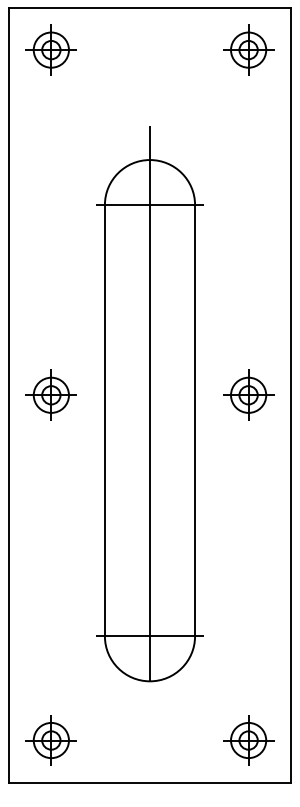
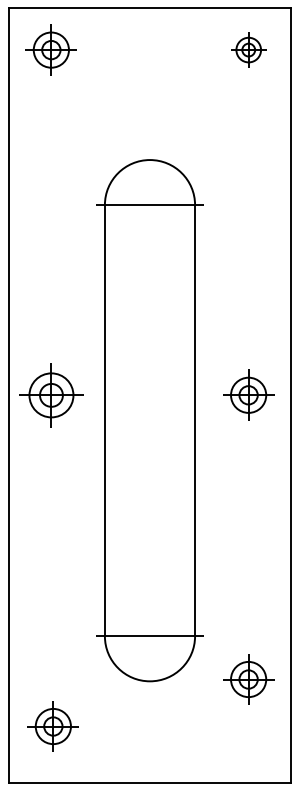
part at (248, 49) size: 52x52 px -> 36x36 px
part at (50, 394) size: 52x52 px -> 65x65 px
line at (150, 403): present -> none
part at (50, 740) position: (50, 740) -> (52, 726)
part at (248, 740) position: (248, 740) -> (248, 679)
